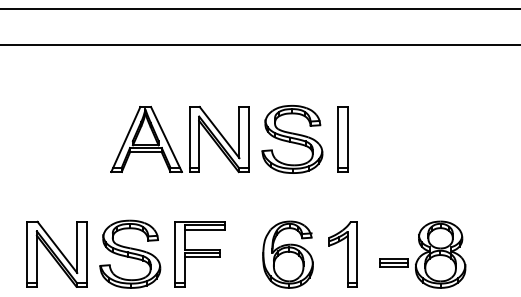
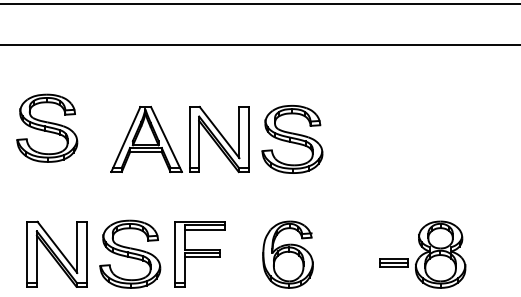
line at (259, 9) position: (259, 9) -> (259, 4)
part at (47, 127): none -> present
part at (342, 139): present -> none
part at (342, 254): present -> none
